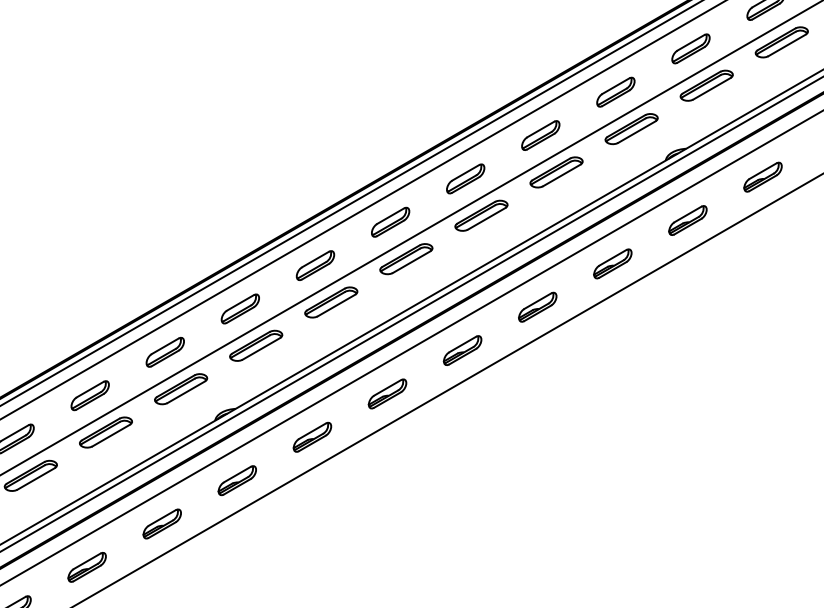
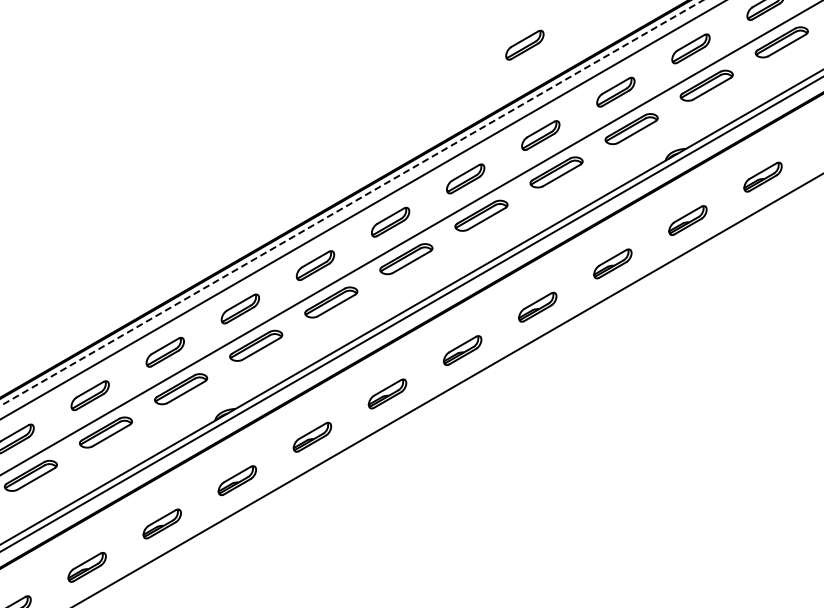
part at (524, 44): none -> present
line at (351, 203): solid -> dashed
line at (411, 348): present -> none
